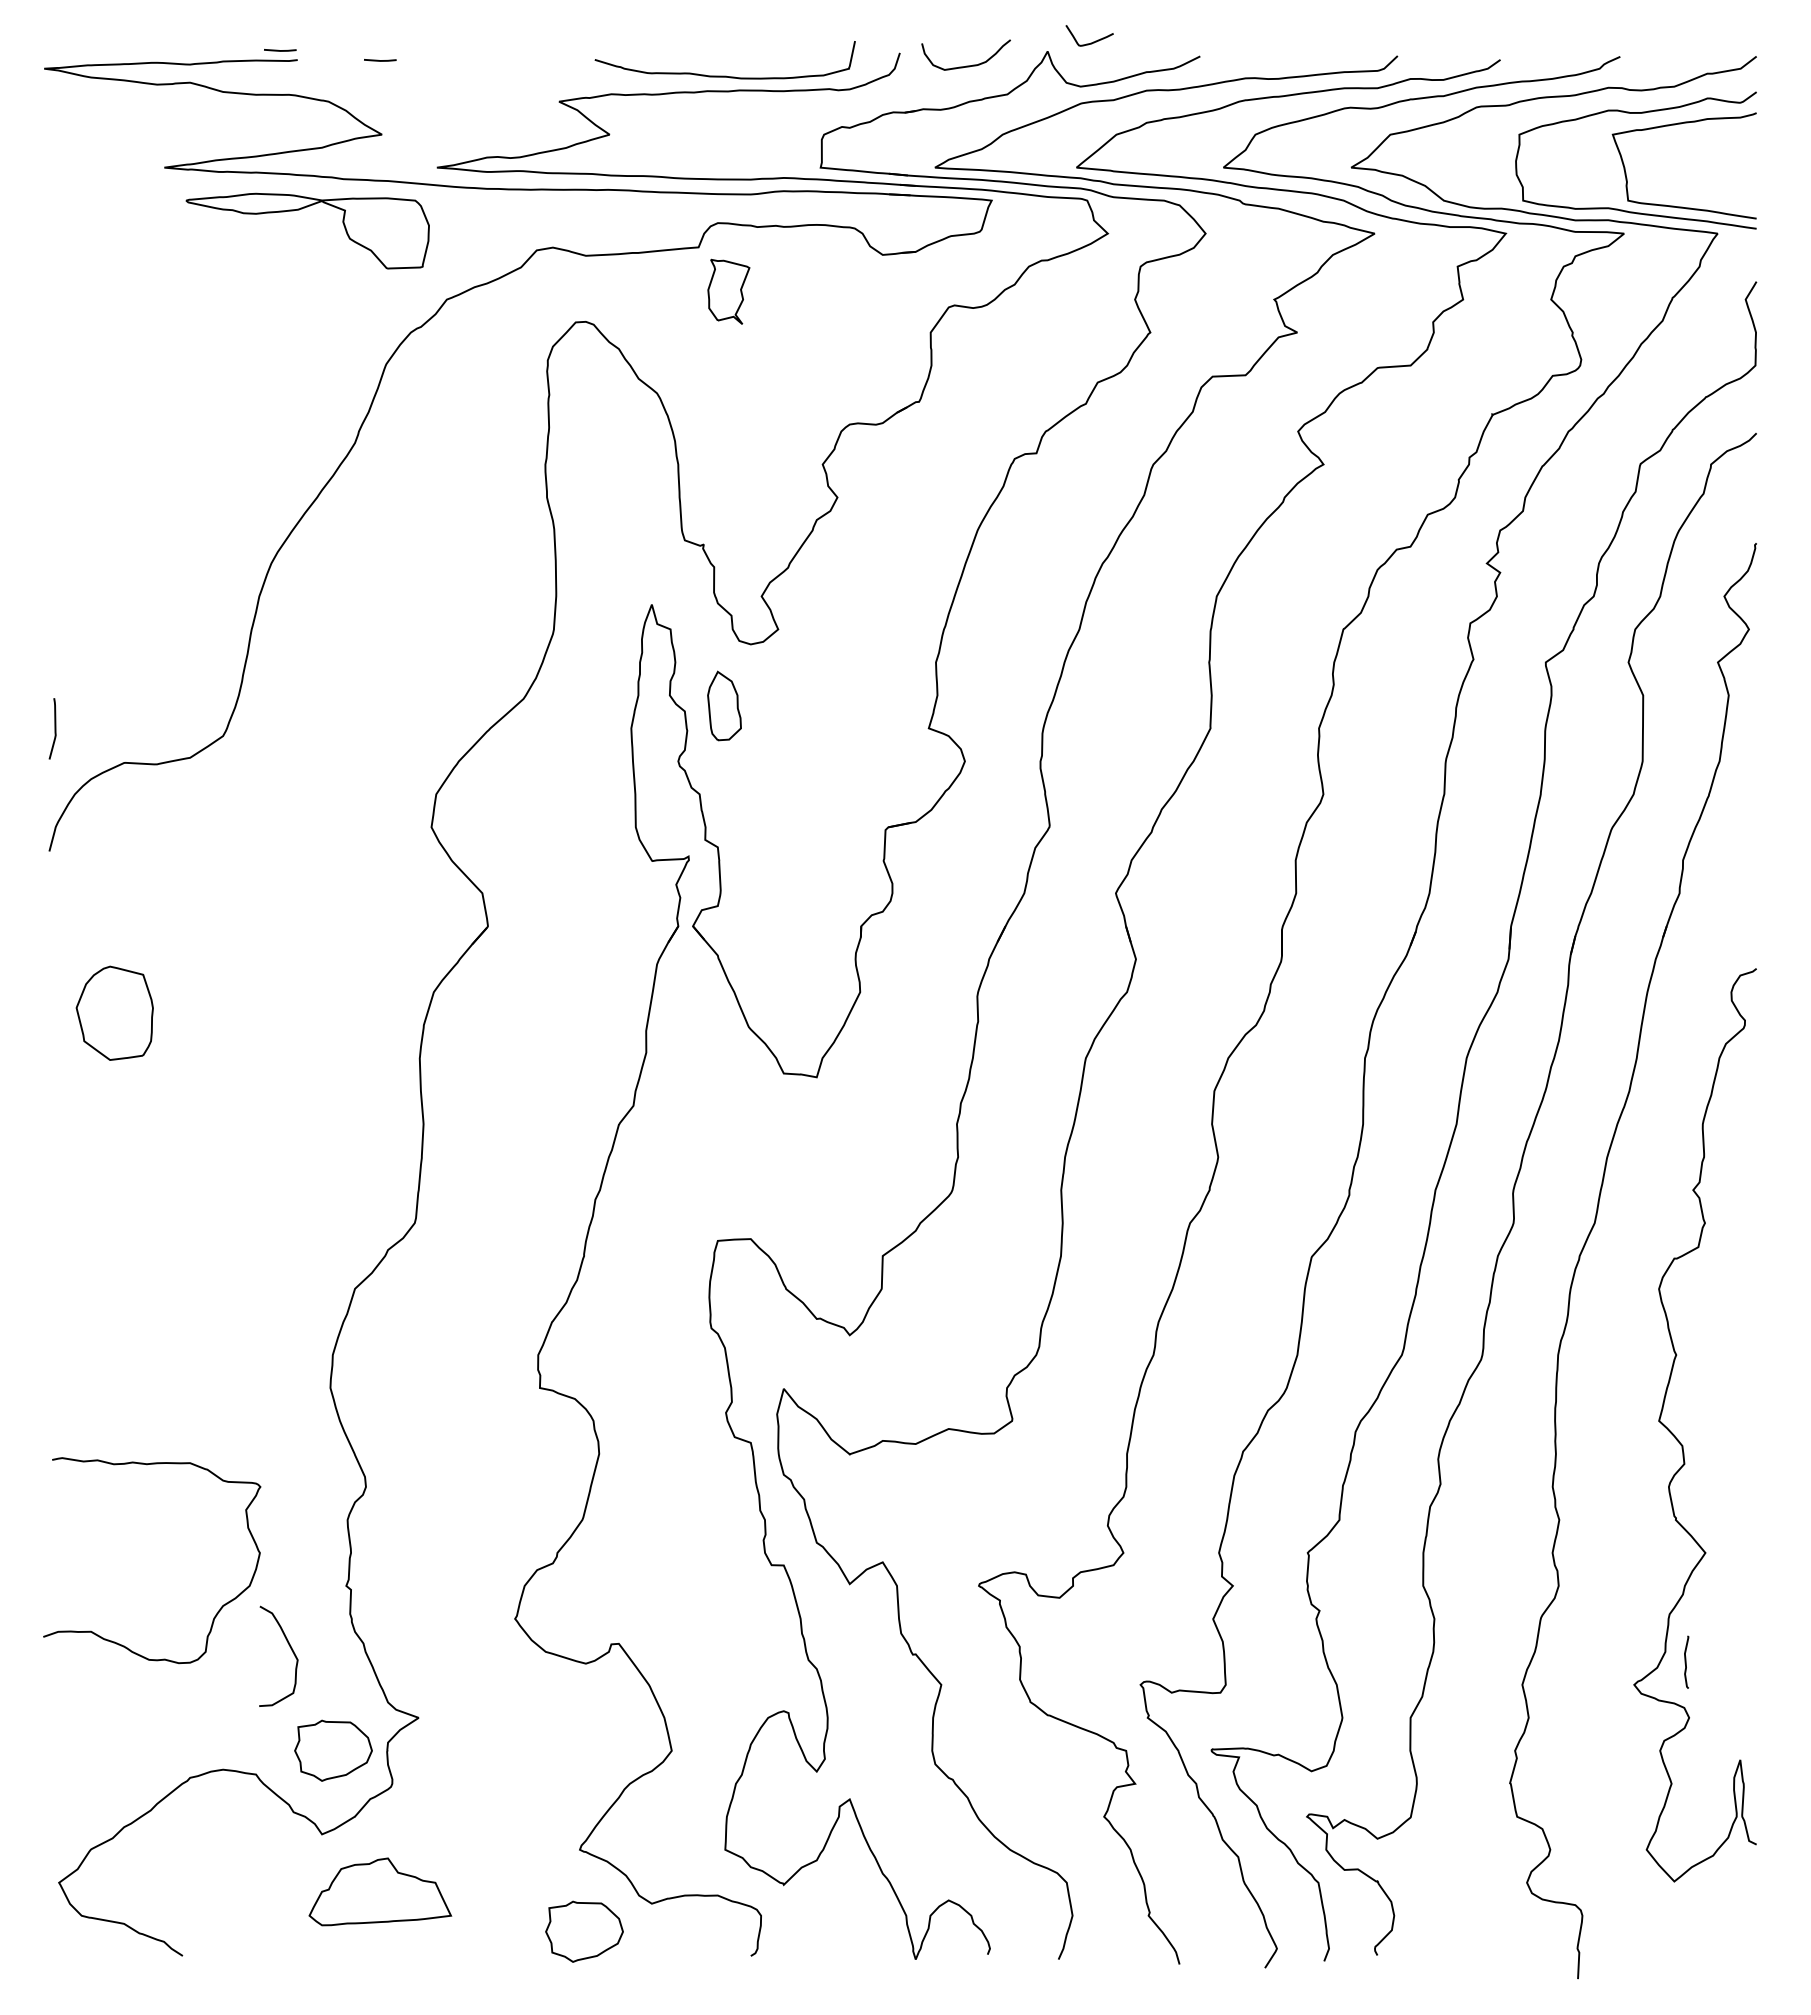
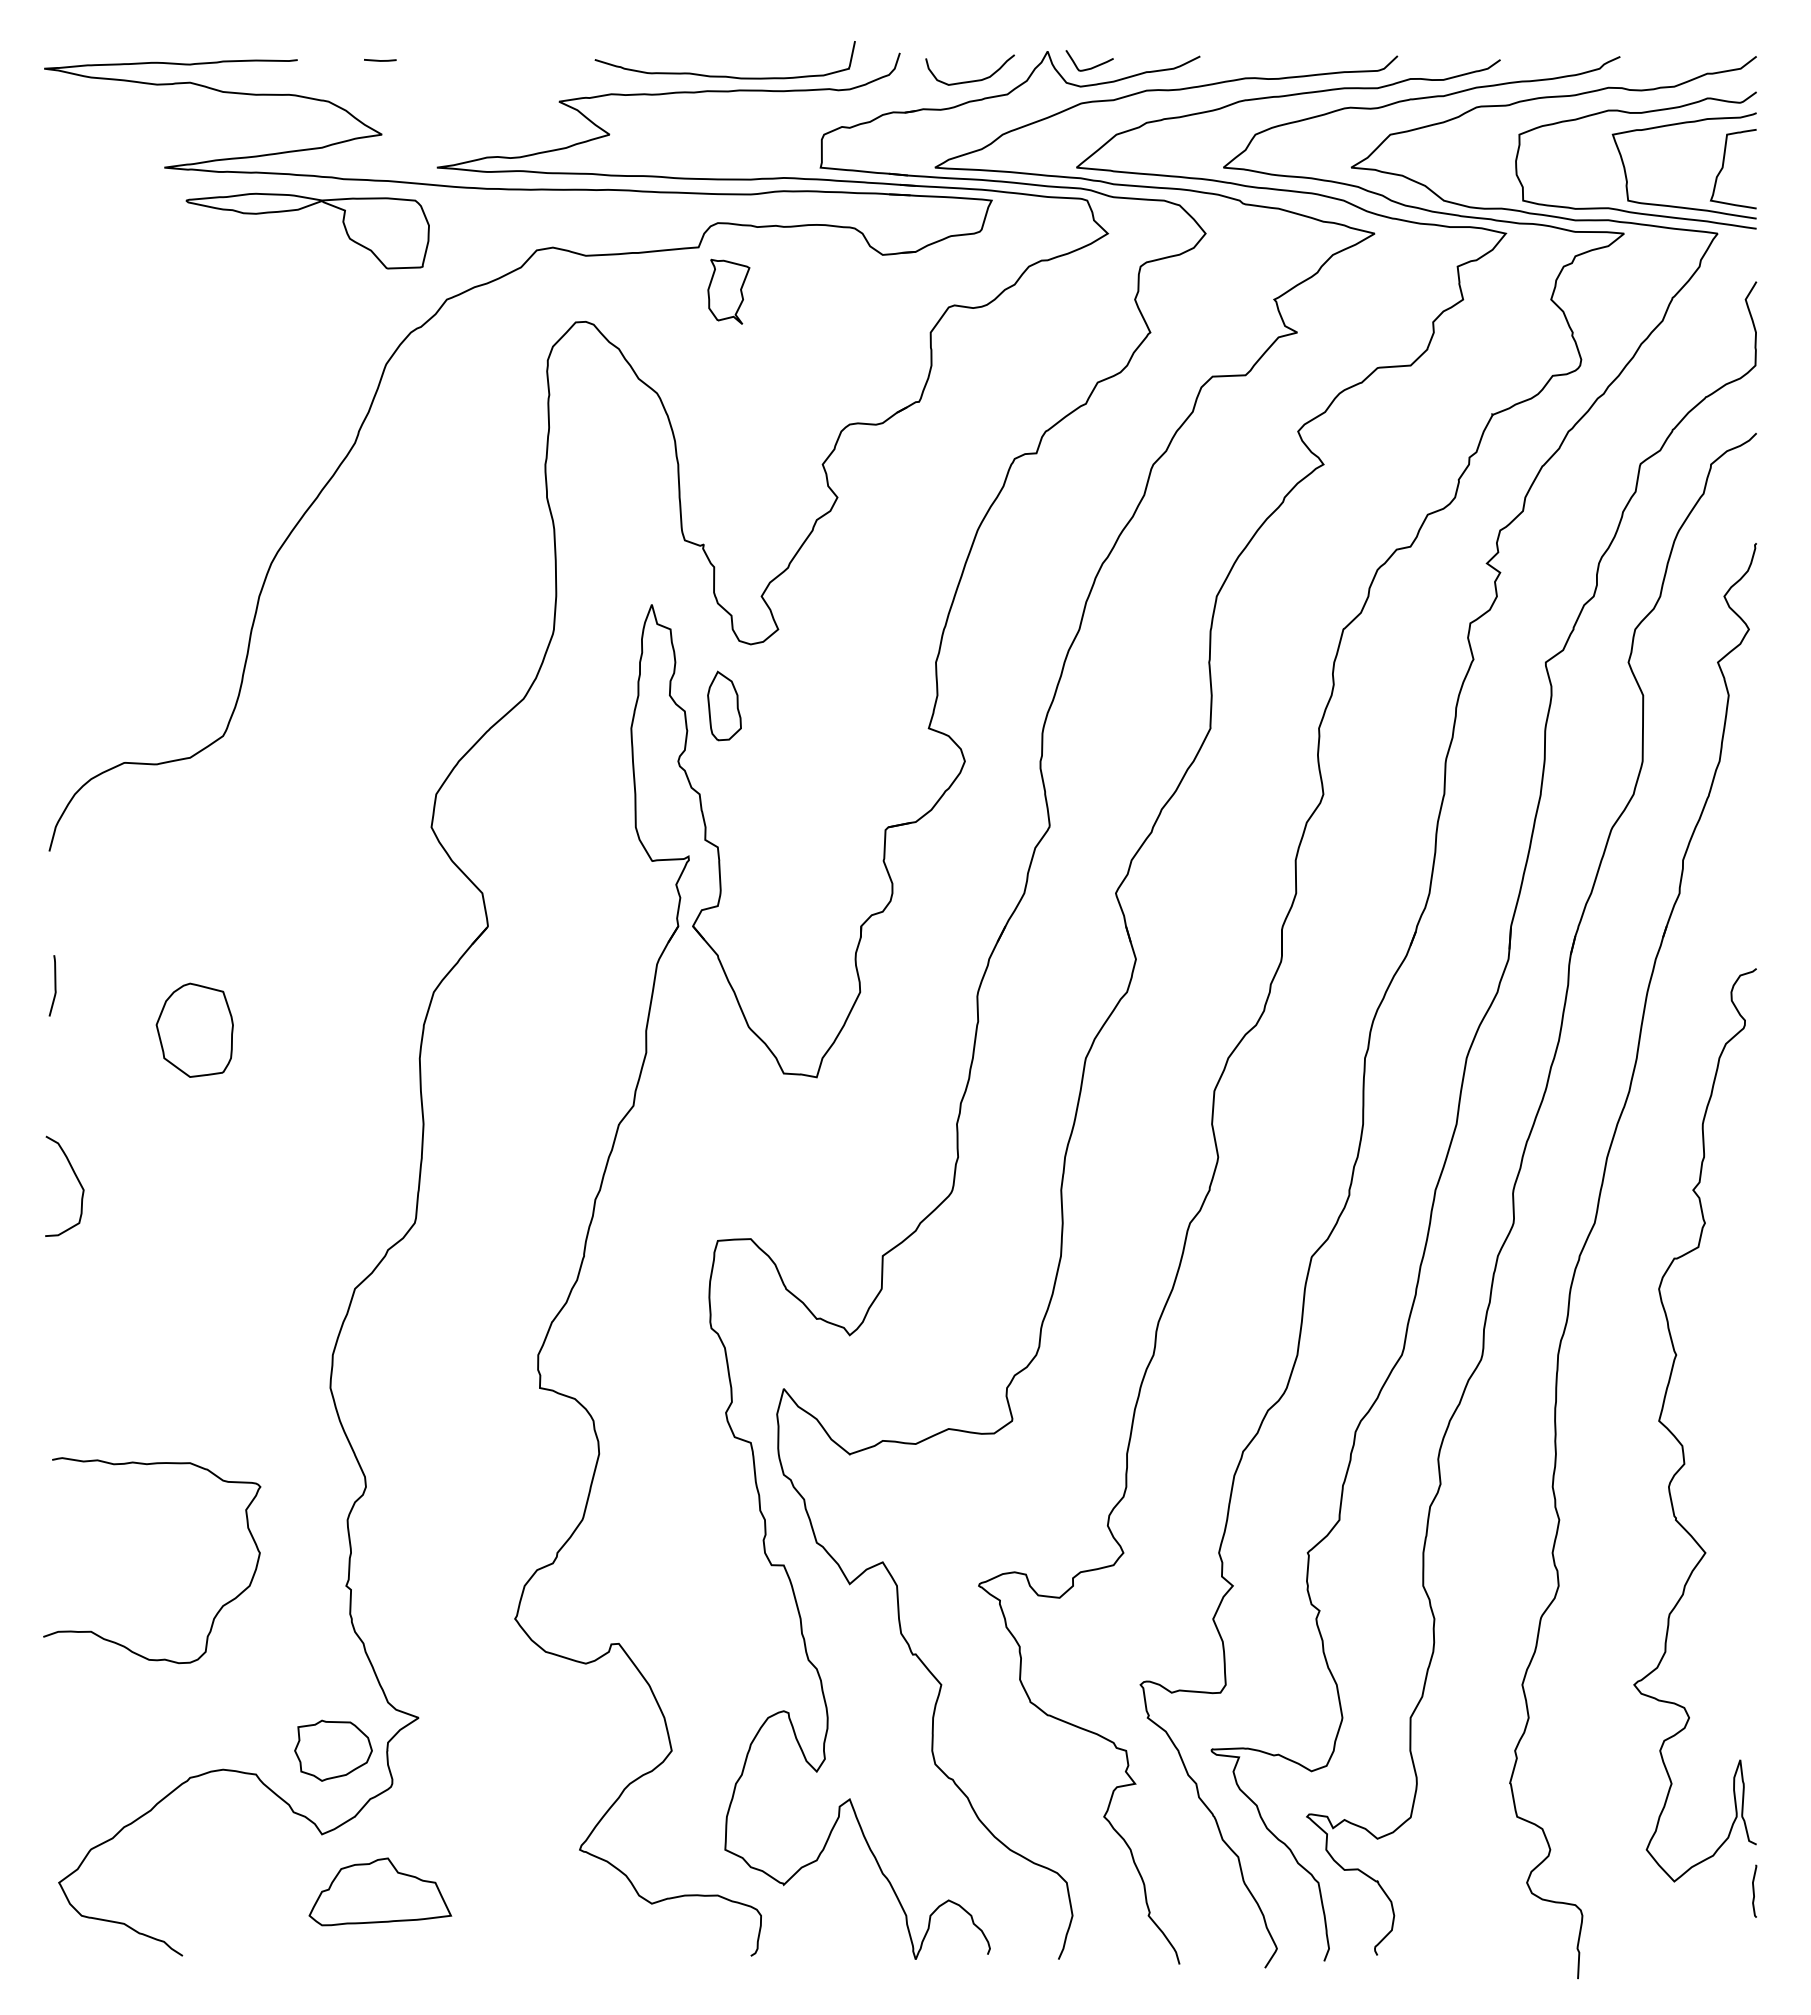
curve at (1090, 42) position: (1090, 42) -> (1090, 67)
line at (280, 50): present -> none
curve at (966, 65) position: (966, 65) -> (970, 80)
curve at (1723, 168): none -> present
curve at (54, 728) position: (54, 728) -> (54, 985)
part at (114, 1012) position: (114, 1012) -> (194, 1029)
curve at (290, 1648) position: (290, 1648) -> (76, 1178)
curve at (1686, 1661) position: (1686, 1661) -> (1754, 1890)
part at (584, 1931): present -> none
